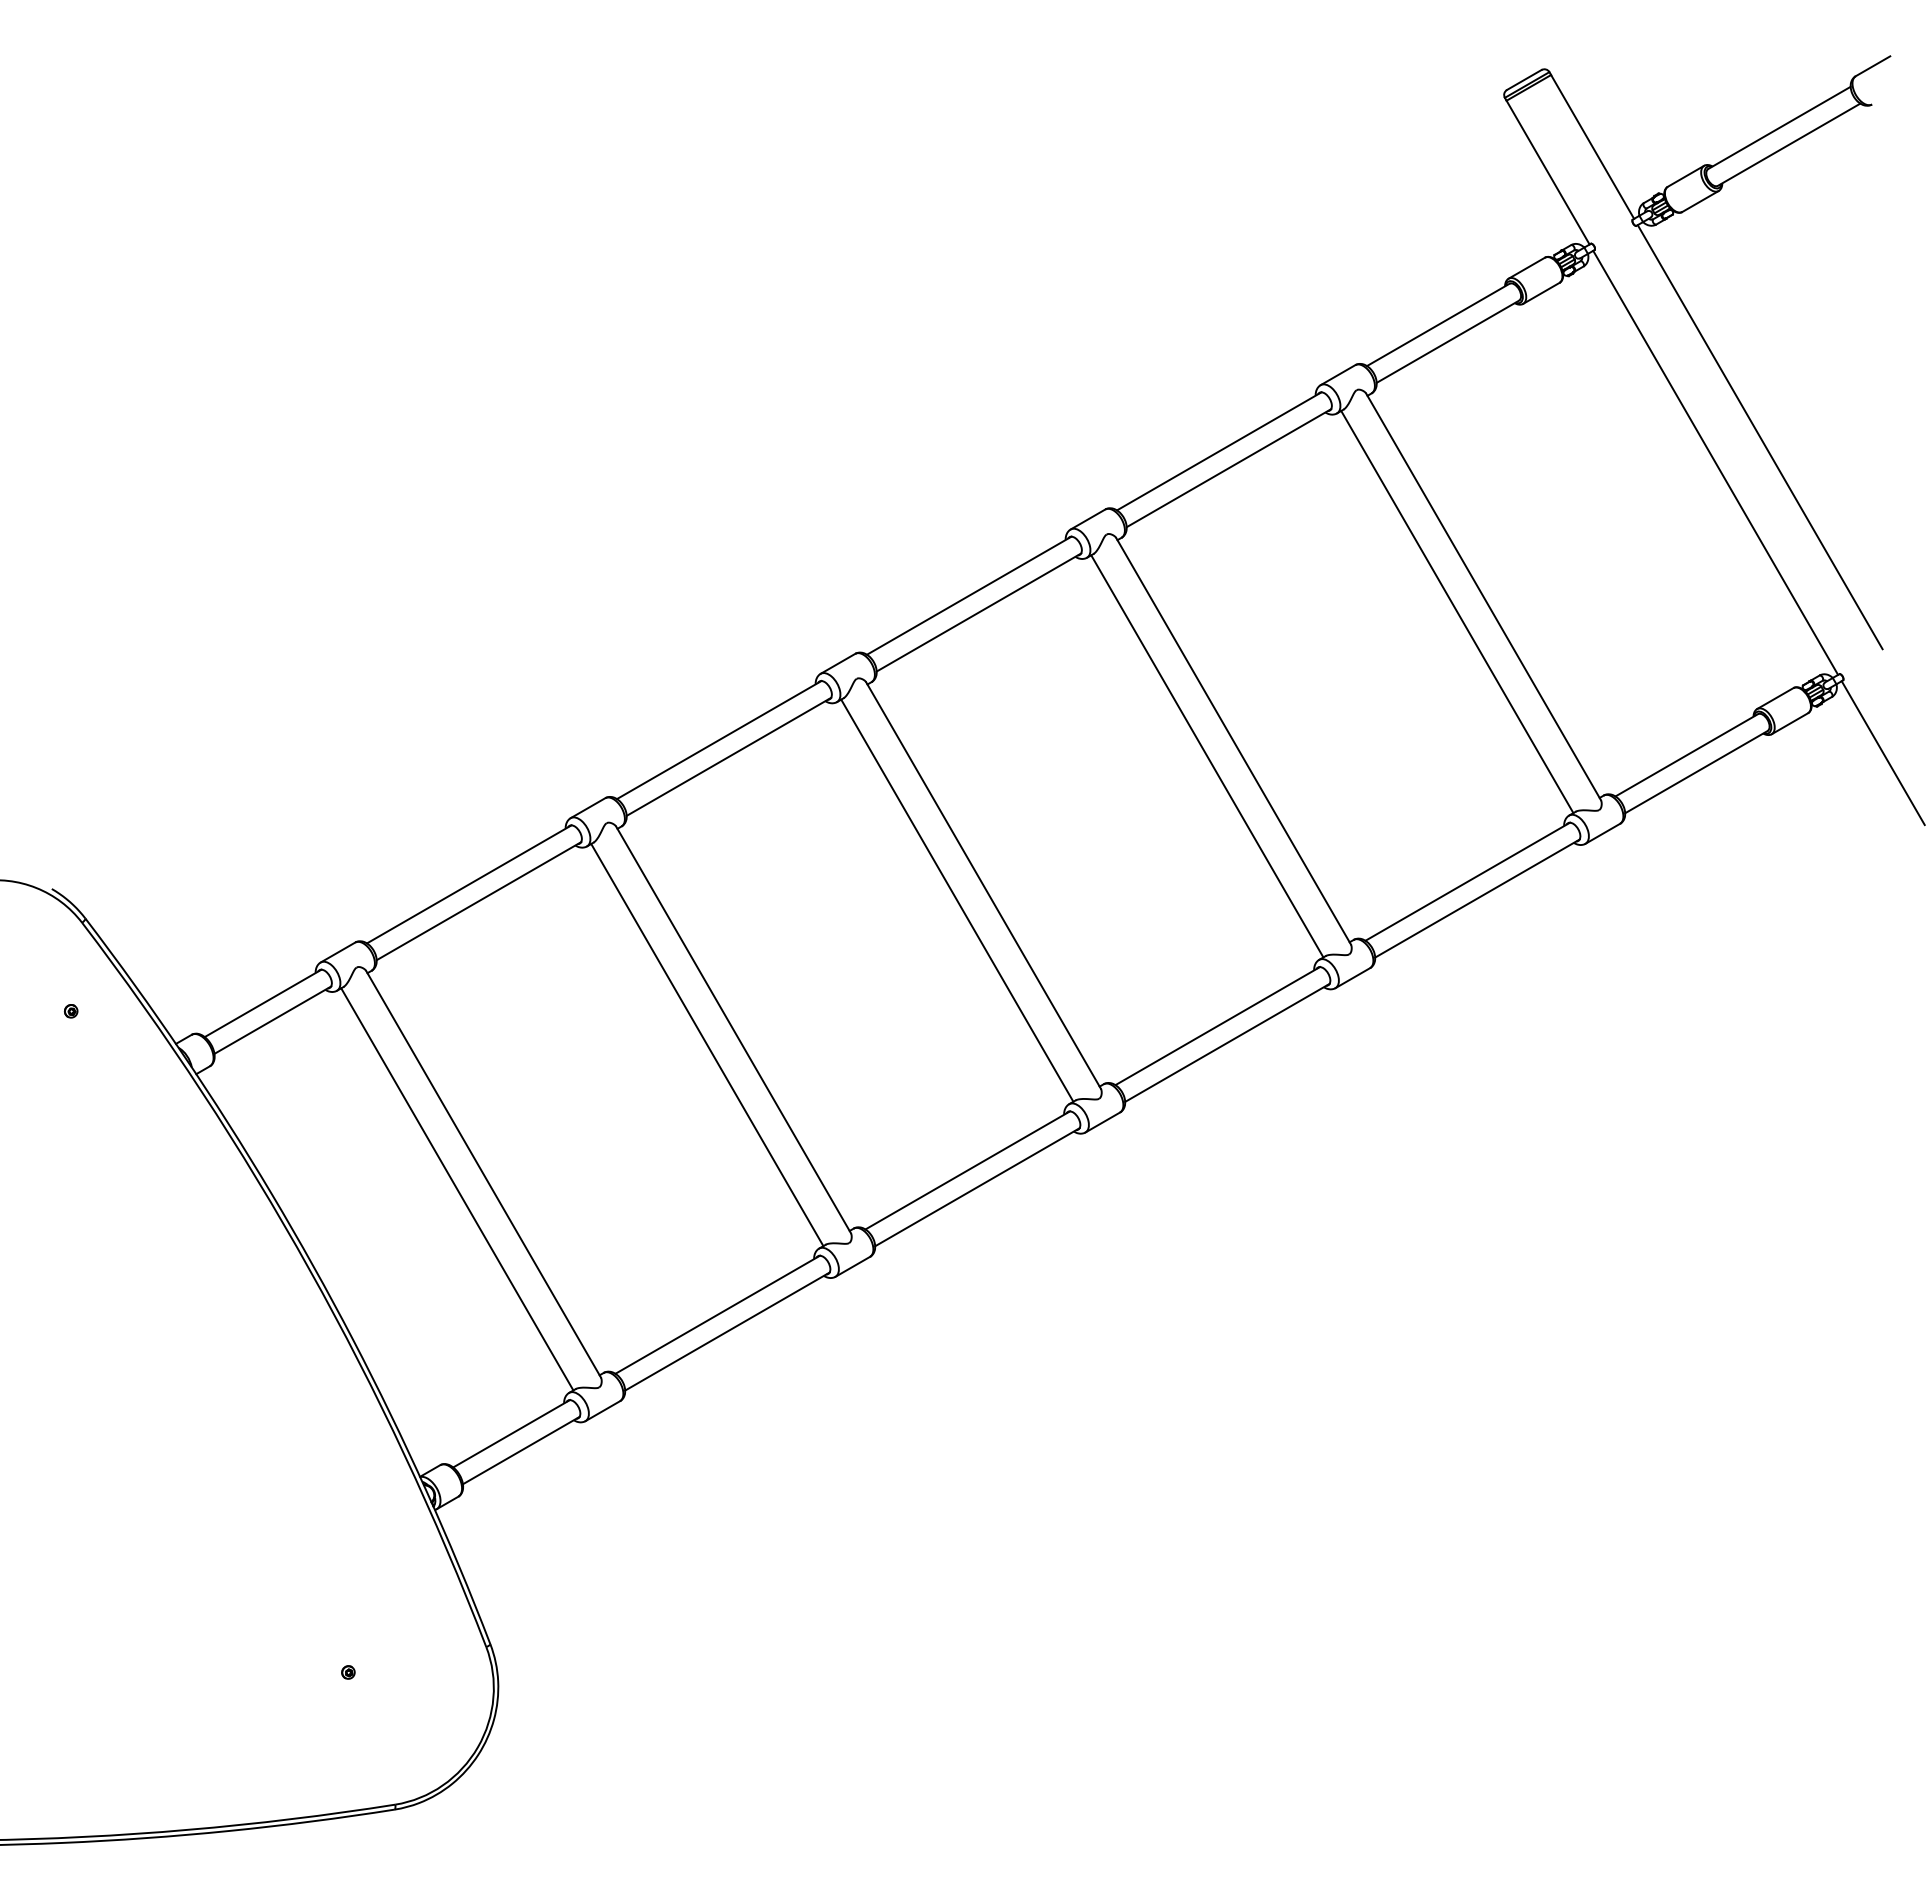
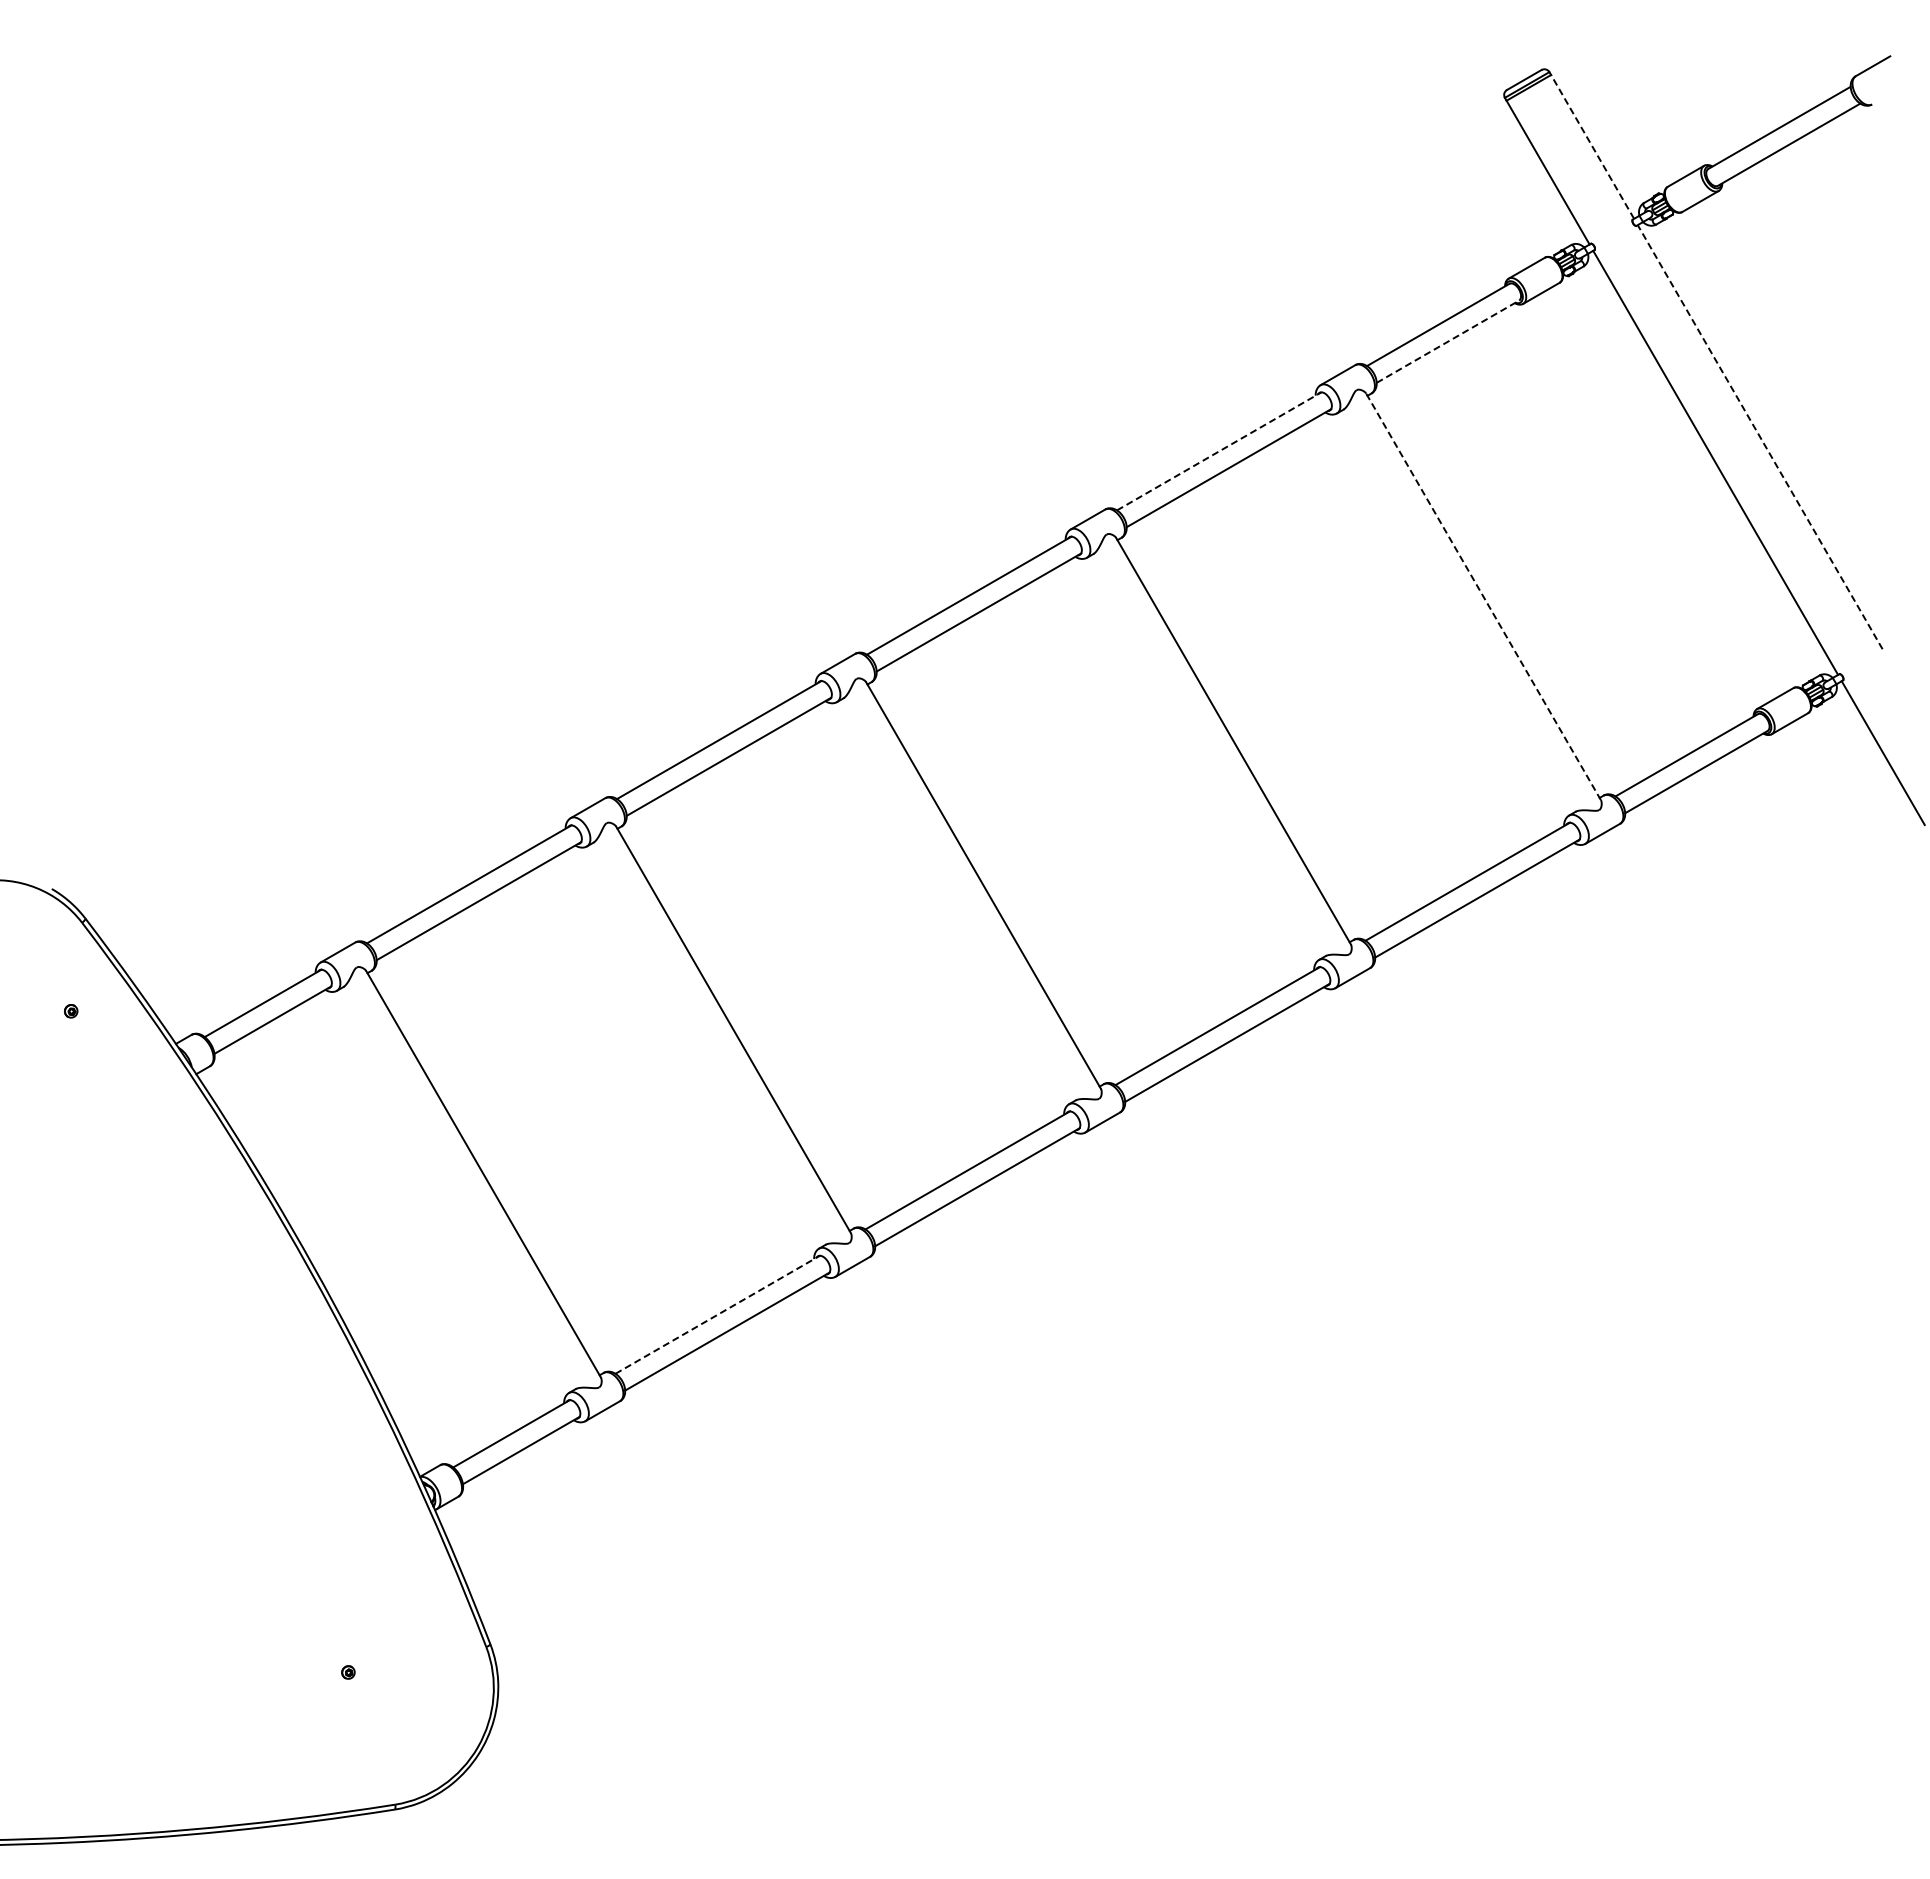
line at (1592, 146): solid -> dashed
line at (1448, 341): solid -> dashed
line at (1760, 437): solid -> dashed
line at (1219, 451): solid -> dashed
line at (1483, 596): solid -> dashed
line at (1457, 611): present -> none
line at (1207, 756): present -> none
line at (957, 900): present -> none
line at (707, 1045): present -> none
line at (457, 1189): present -> none
line at (718, 1314): solid -> dashed
